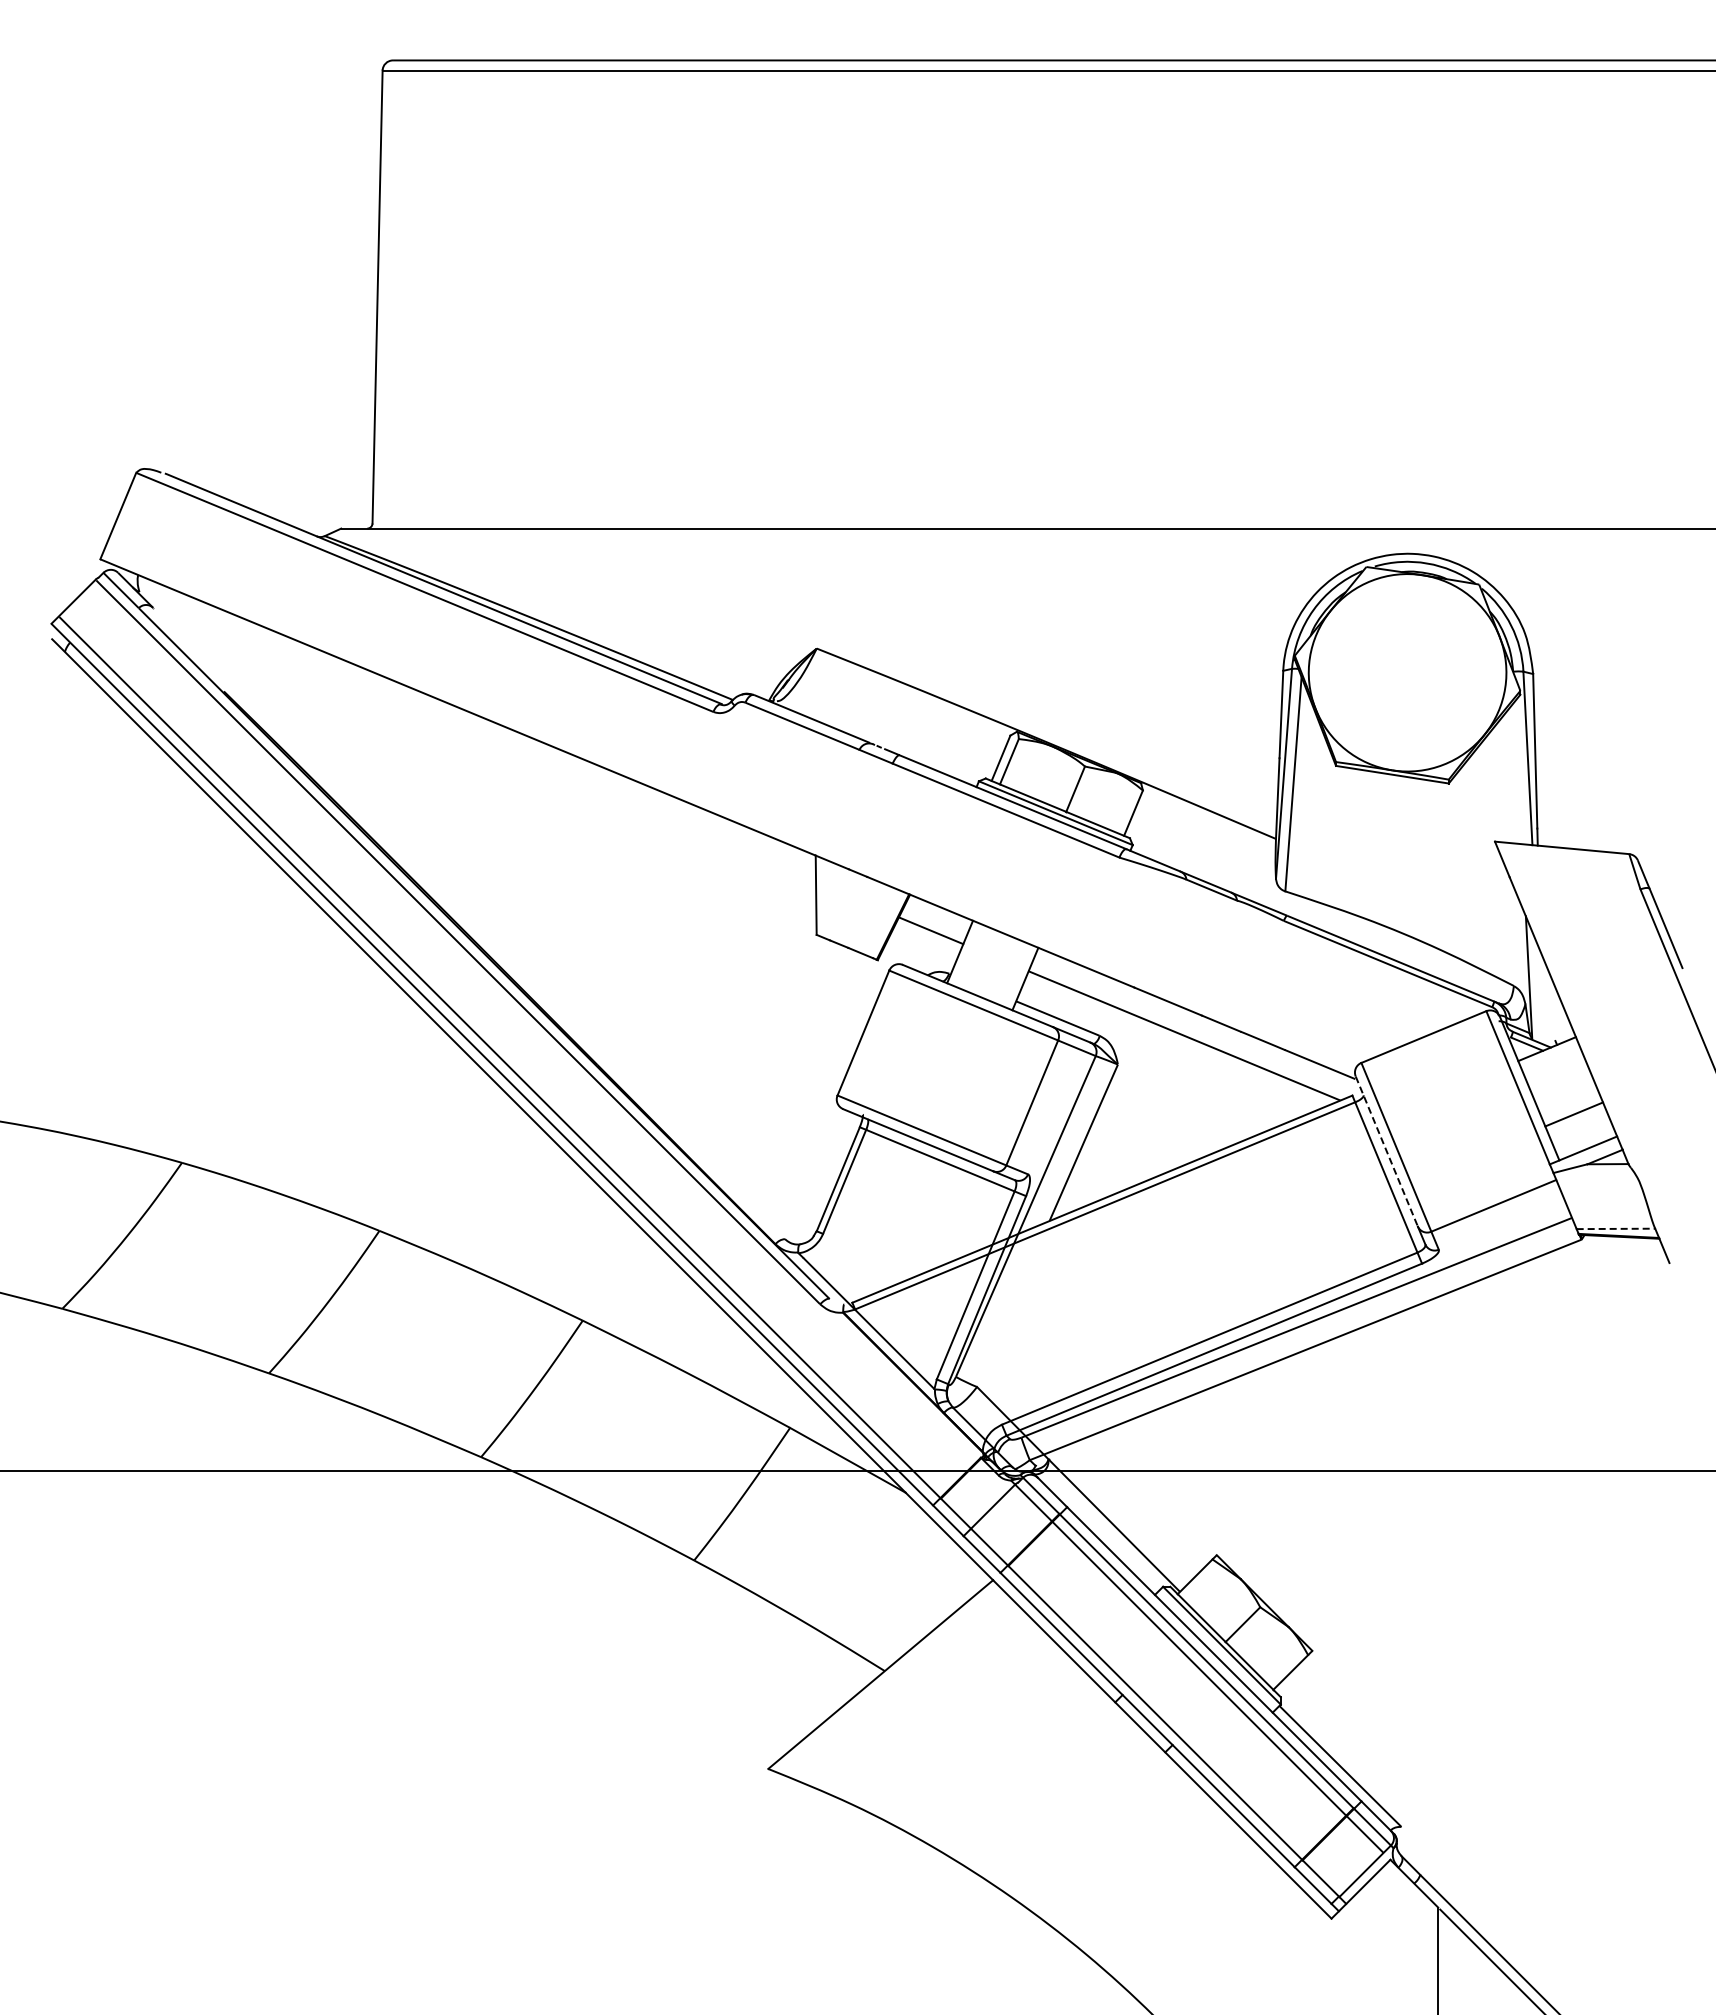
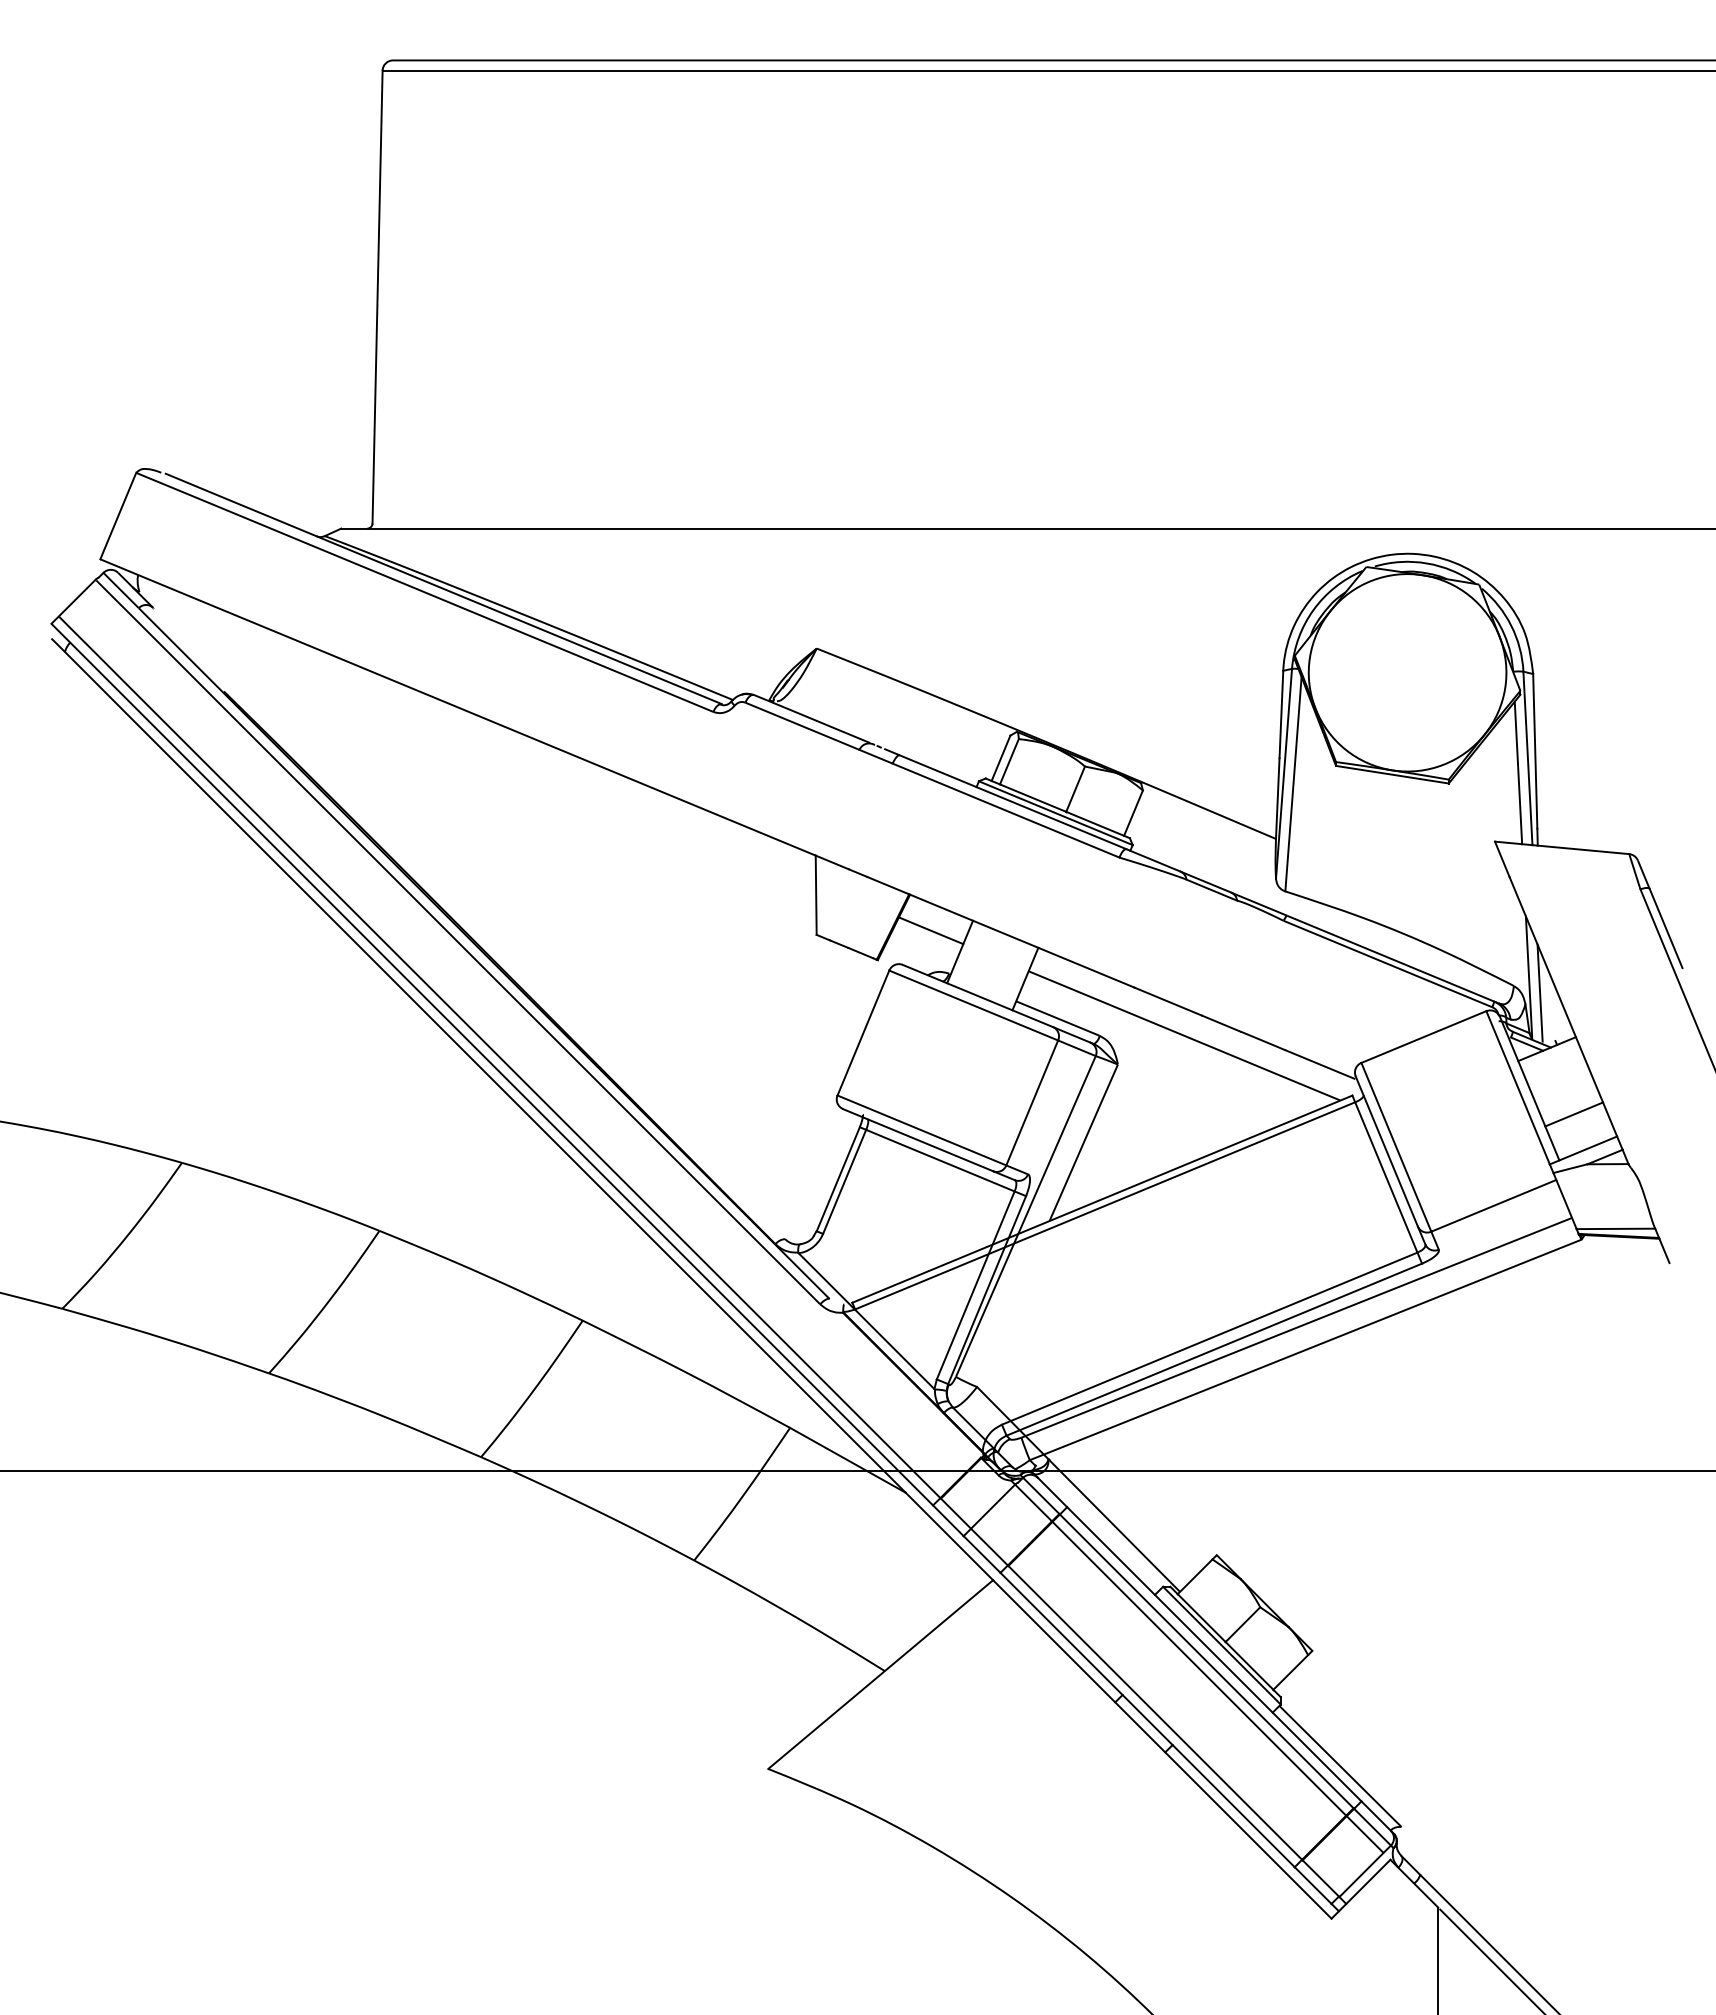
line at (1518, 772): none -> present
line at (1539, 992): none -> present
line at (1387, 1152): dashed -> solid
line at (1616, 1228): dashed -> solid
